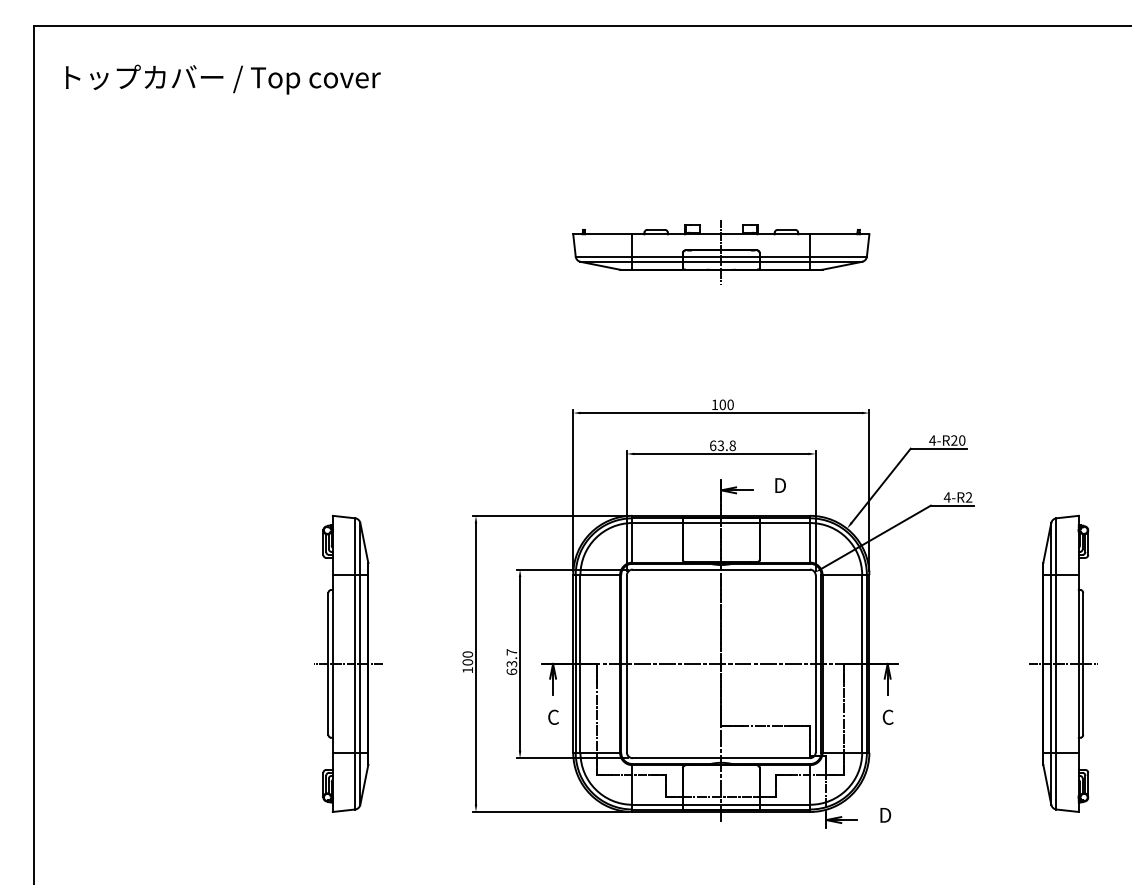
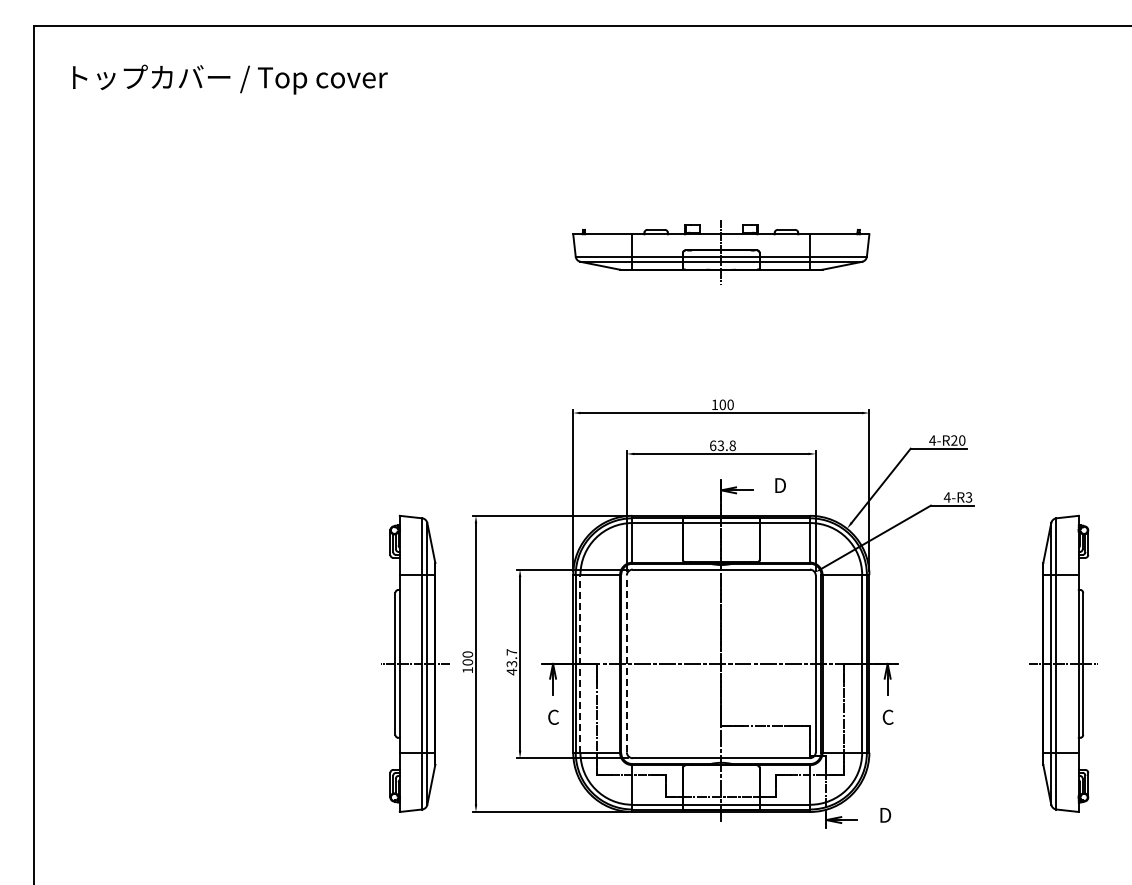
text at (223, 79) position: (223, 79) -> (230, 79)
text at (968, 497): 4-R2 -> 4-R3
part at (348, 663) position: (348, 663) -> (415, 663)
line at (580, 663): solid -> dashed
line at (626, 663): solid -> dashed
text at (511, 671): 63.7 -> 43.7
